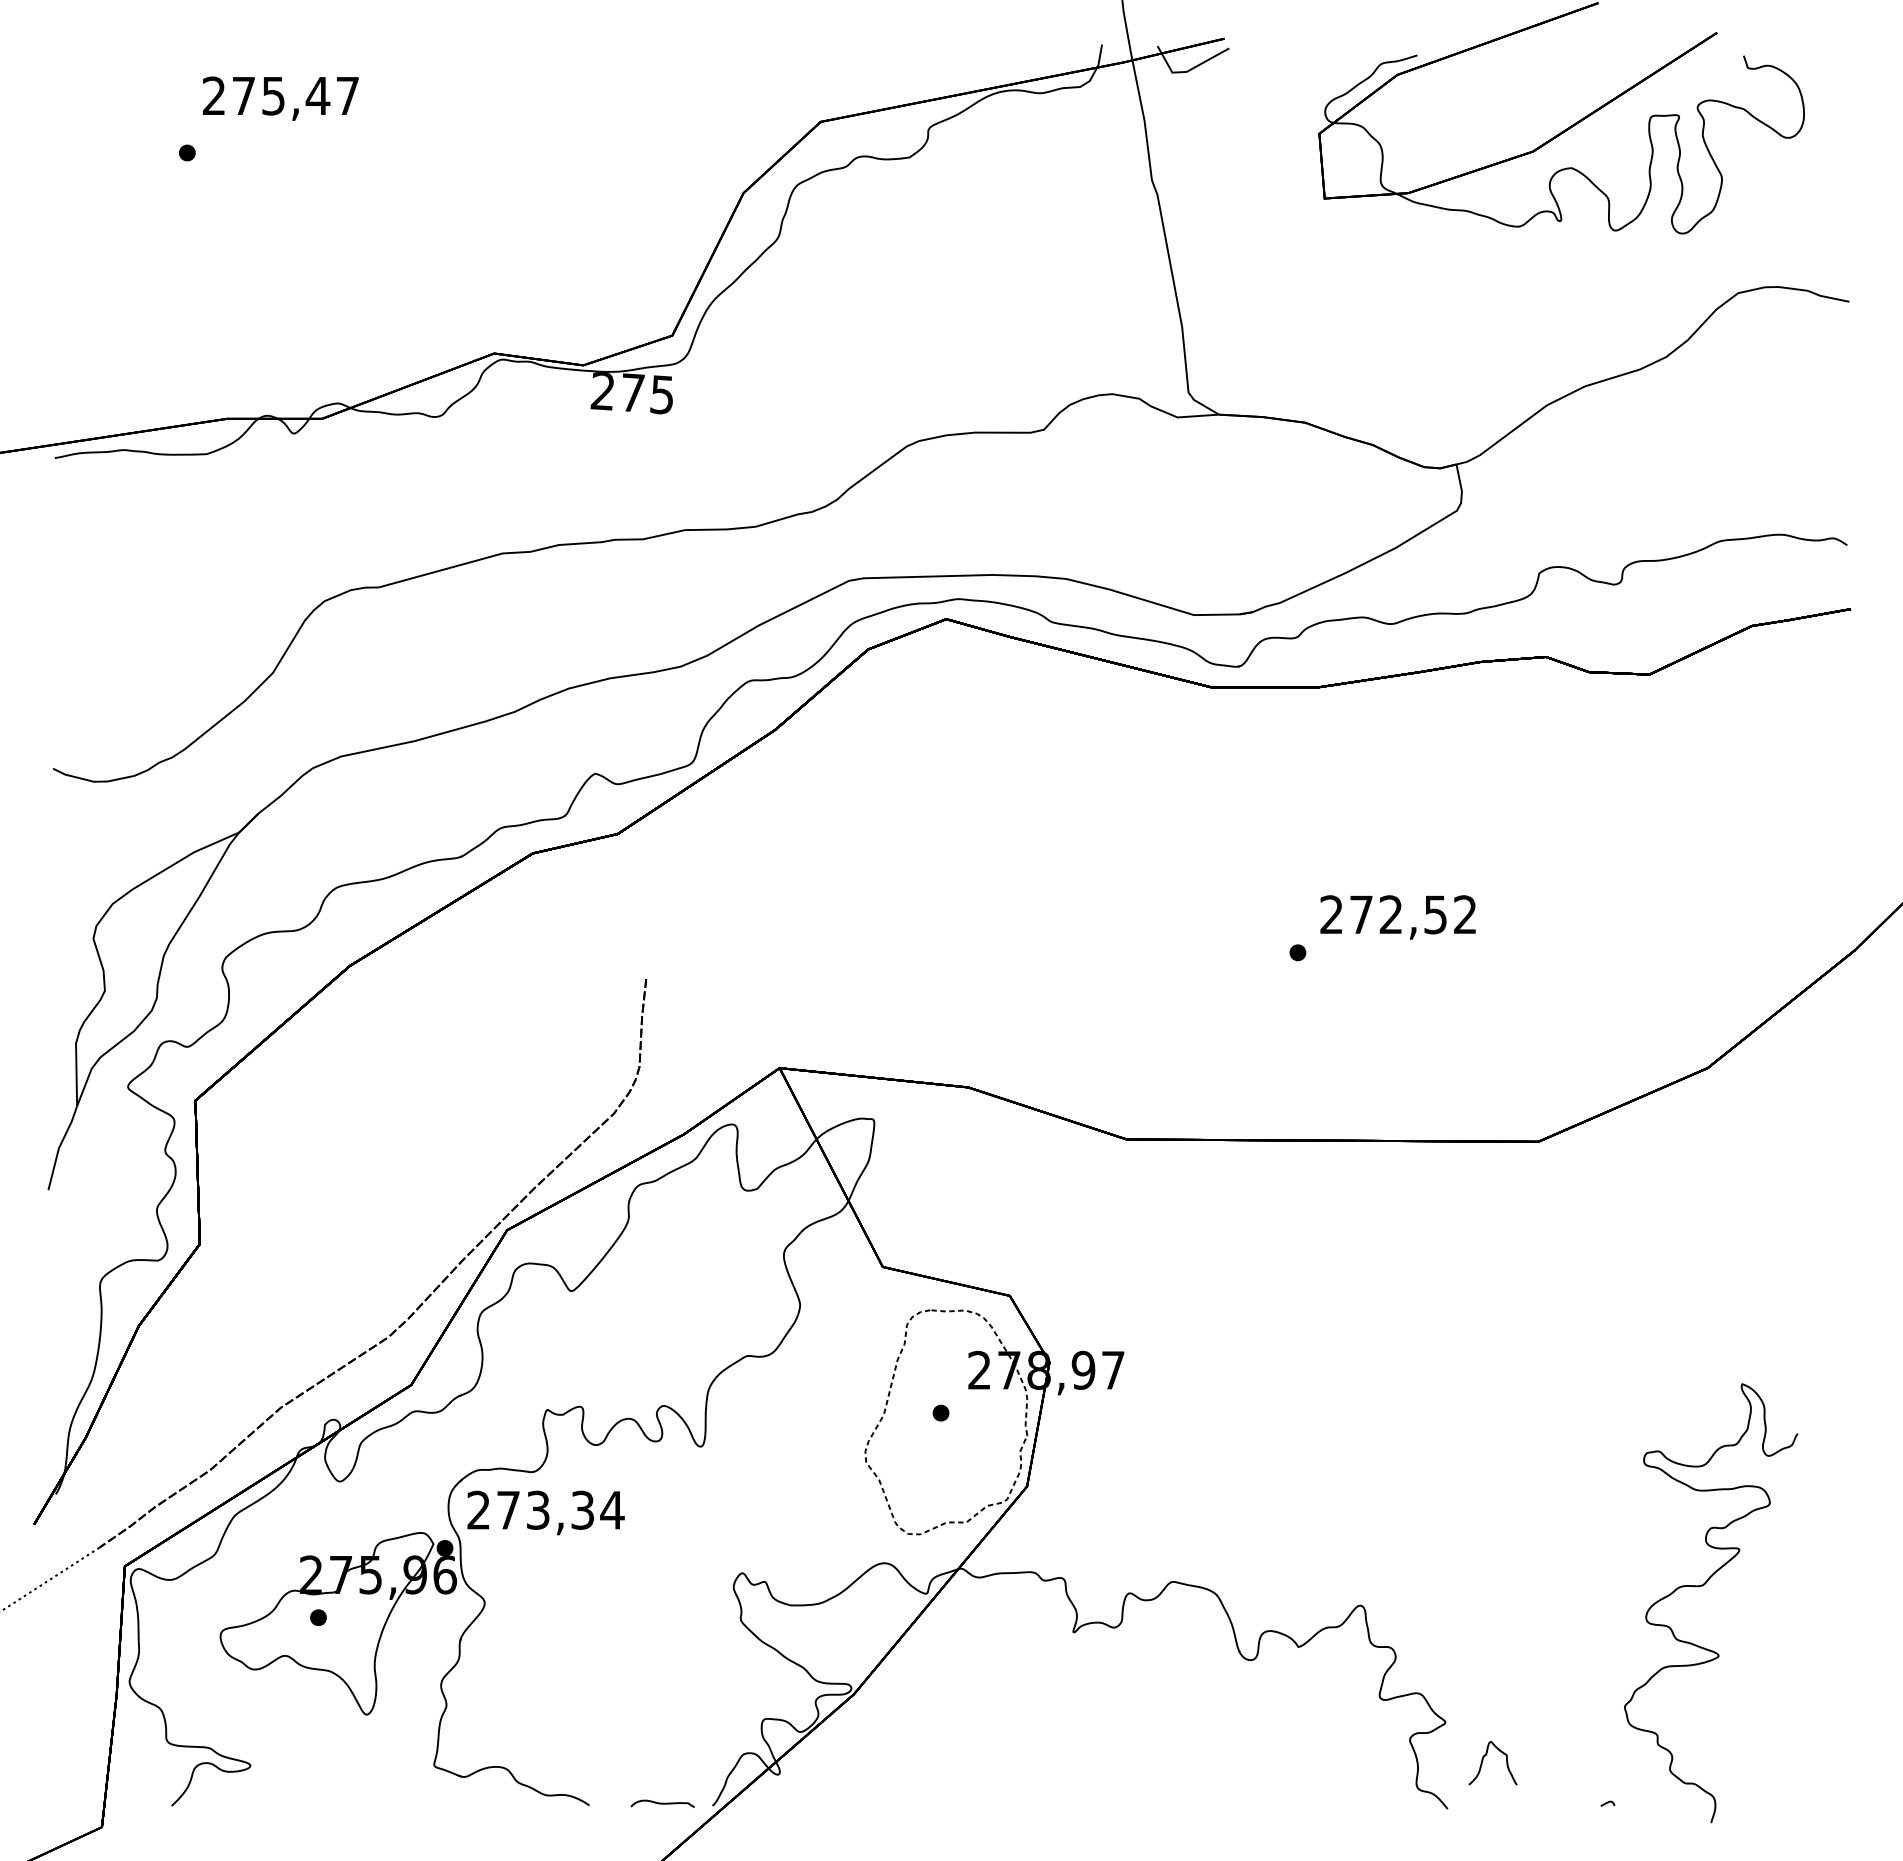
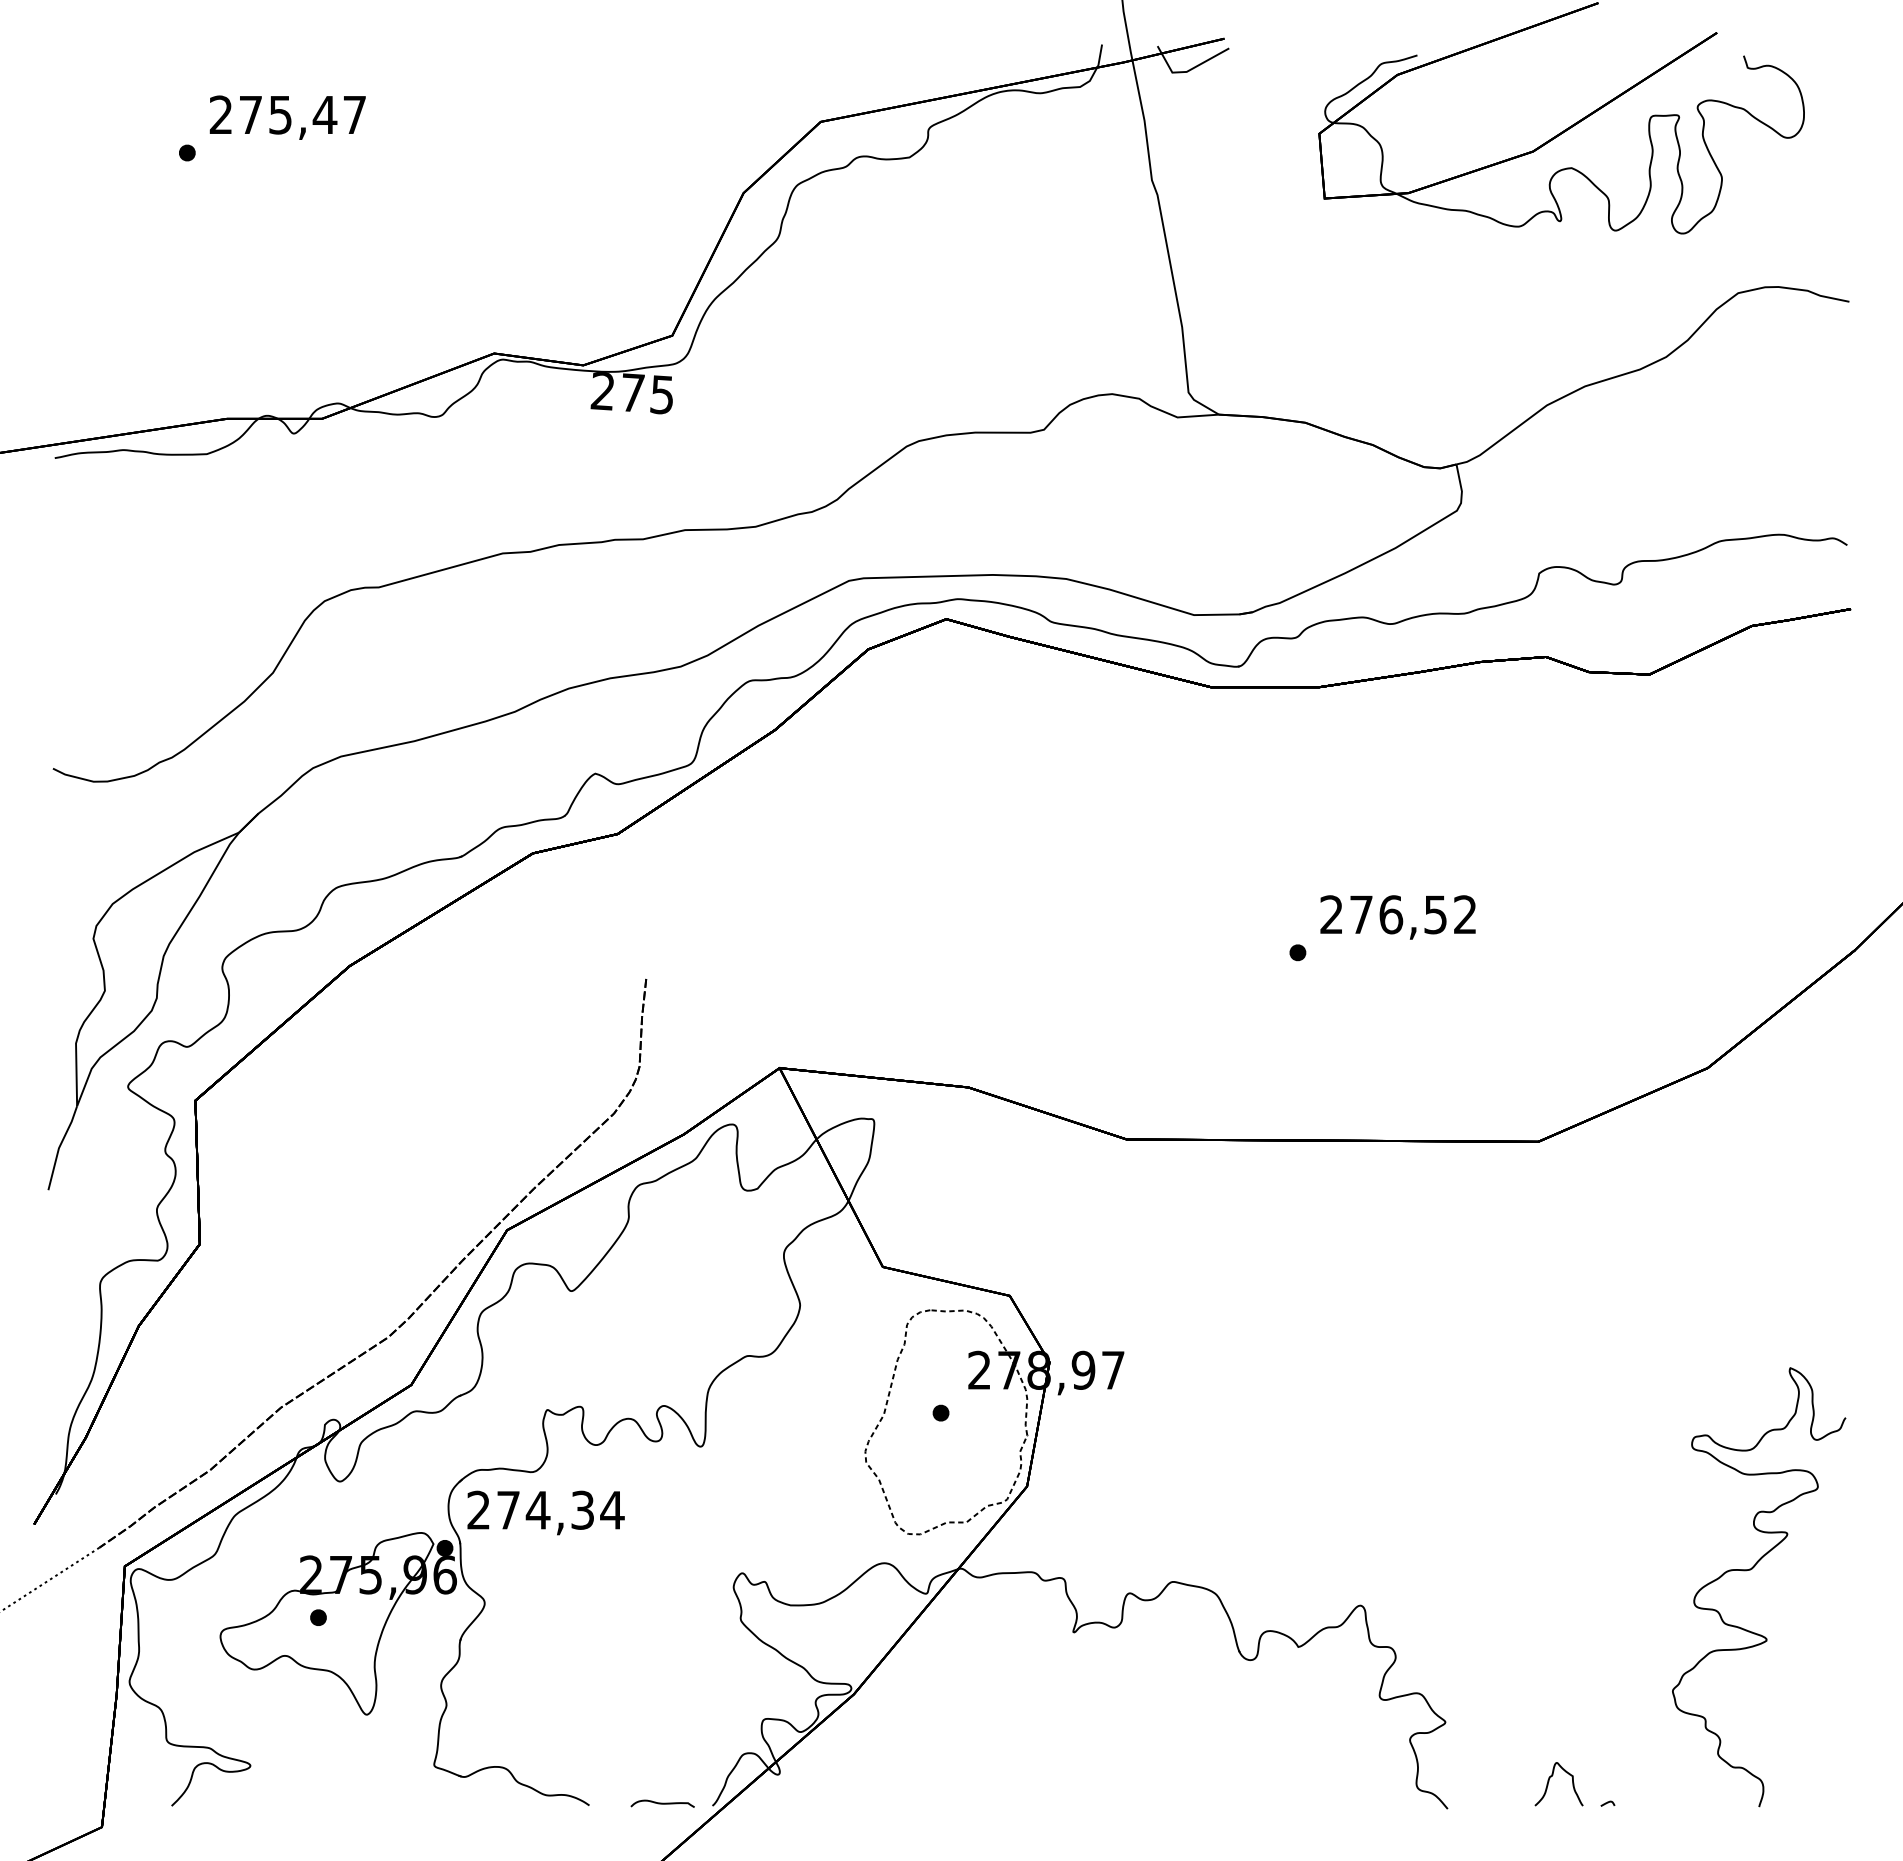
text at (280, 98) position: (280, 98) -> (287, 117)
text at (1391, 914): 272,52 -> 276,52
text at (537, 1509): 273,34 -> 274,34
curve at (1702, 1586) position: (1702, 1586) -> (1750, 1570)
curve at (1483, 1760) position: (1483, 1760) -> (1549, 1781)
